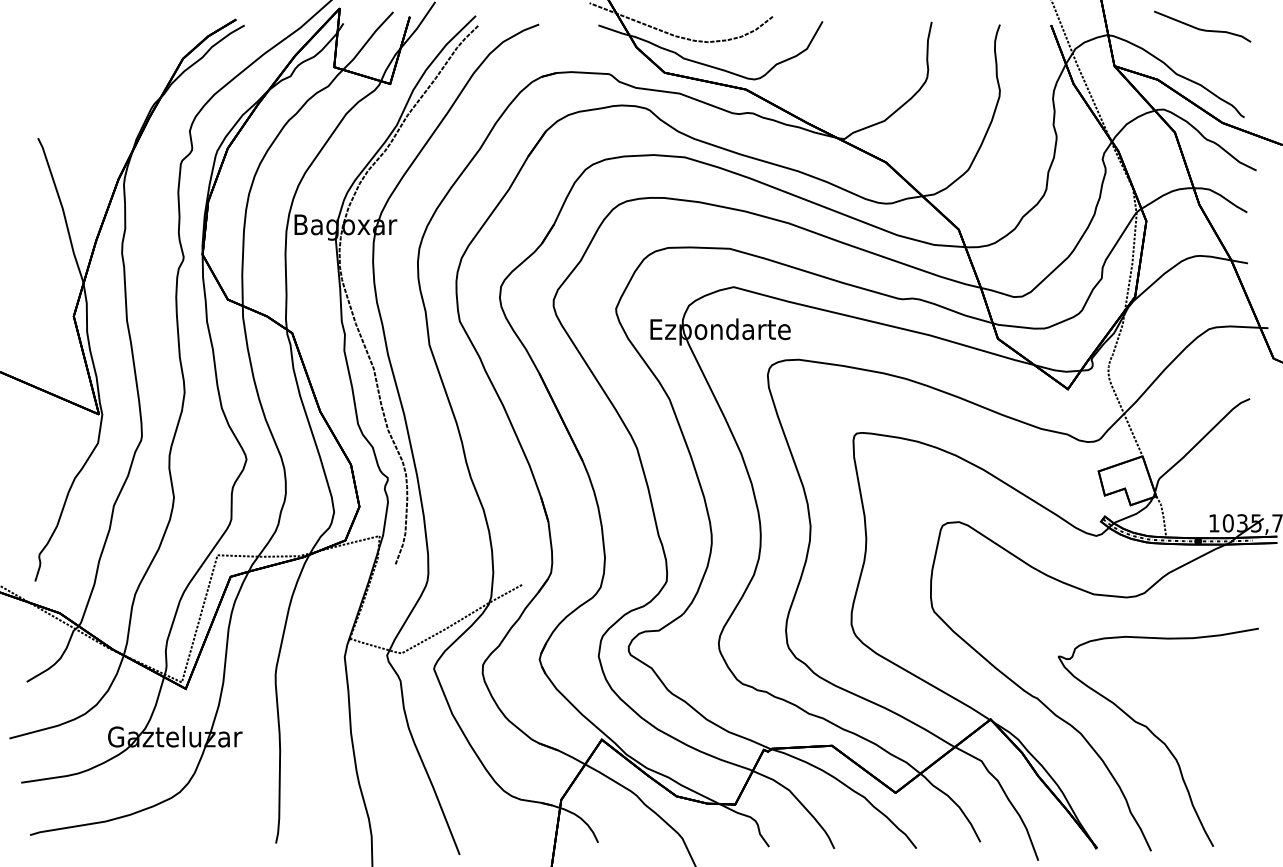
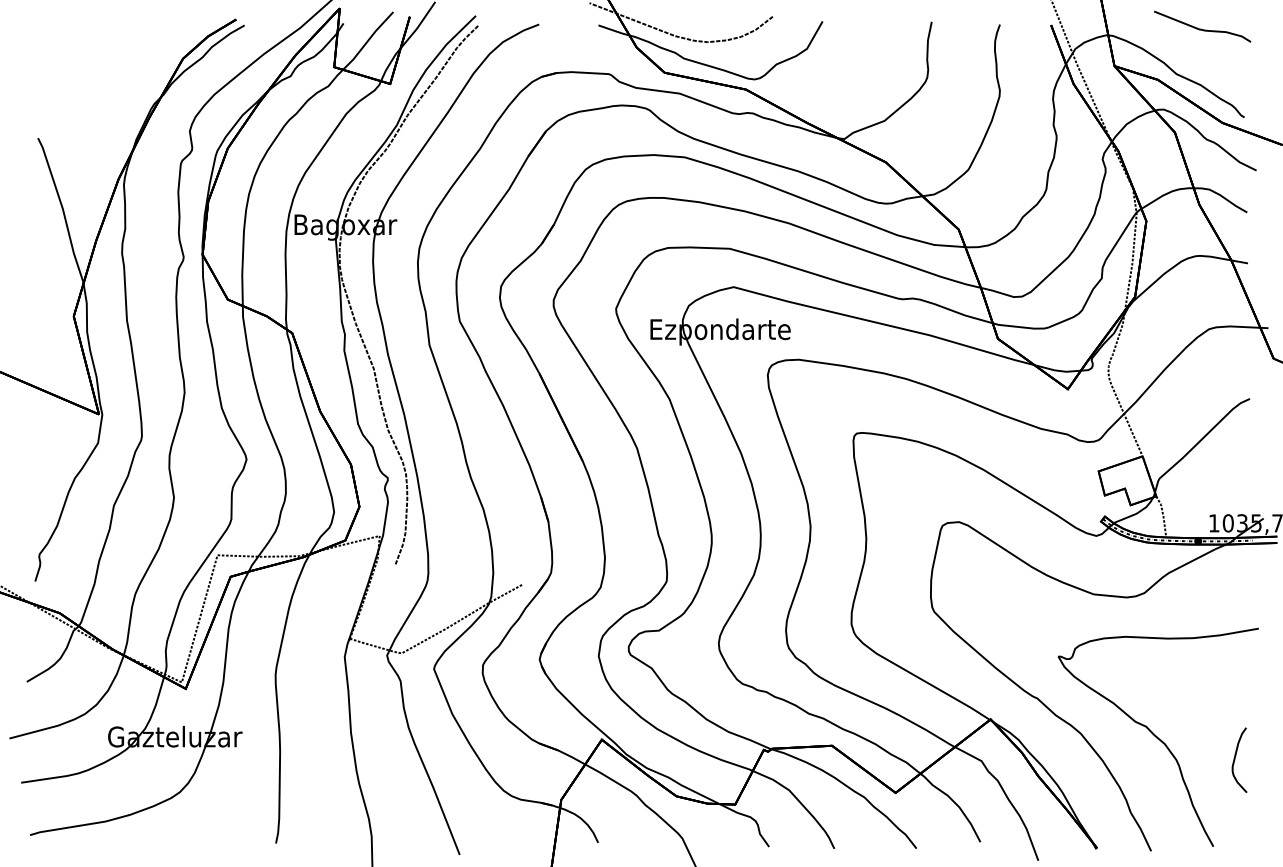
curve at (1235, 760): none -> present
